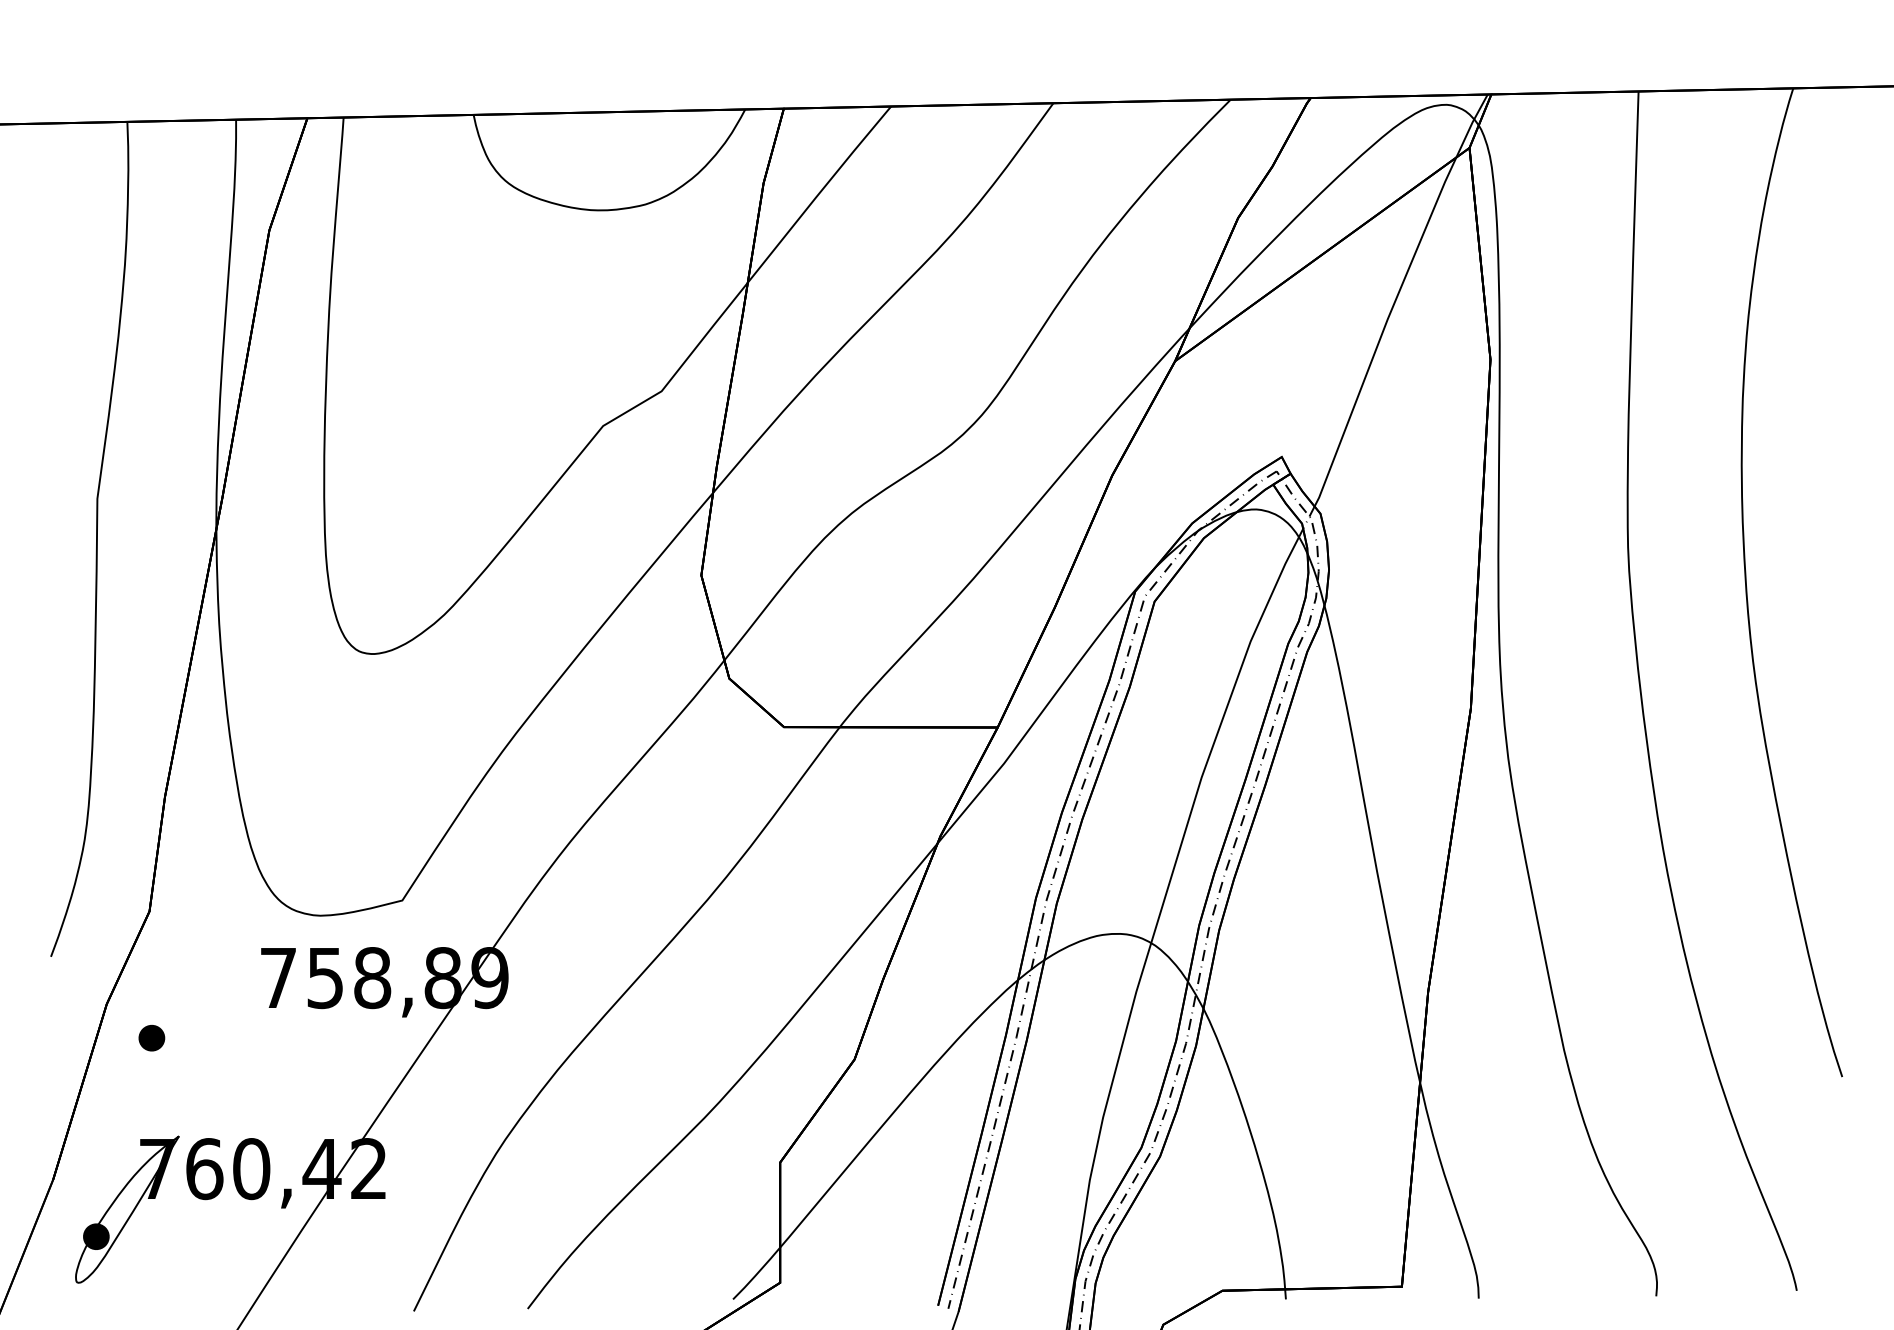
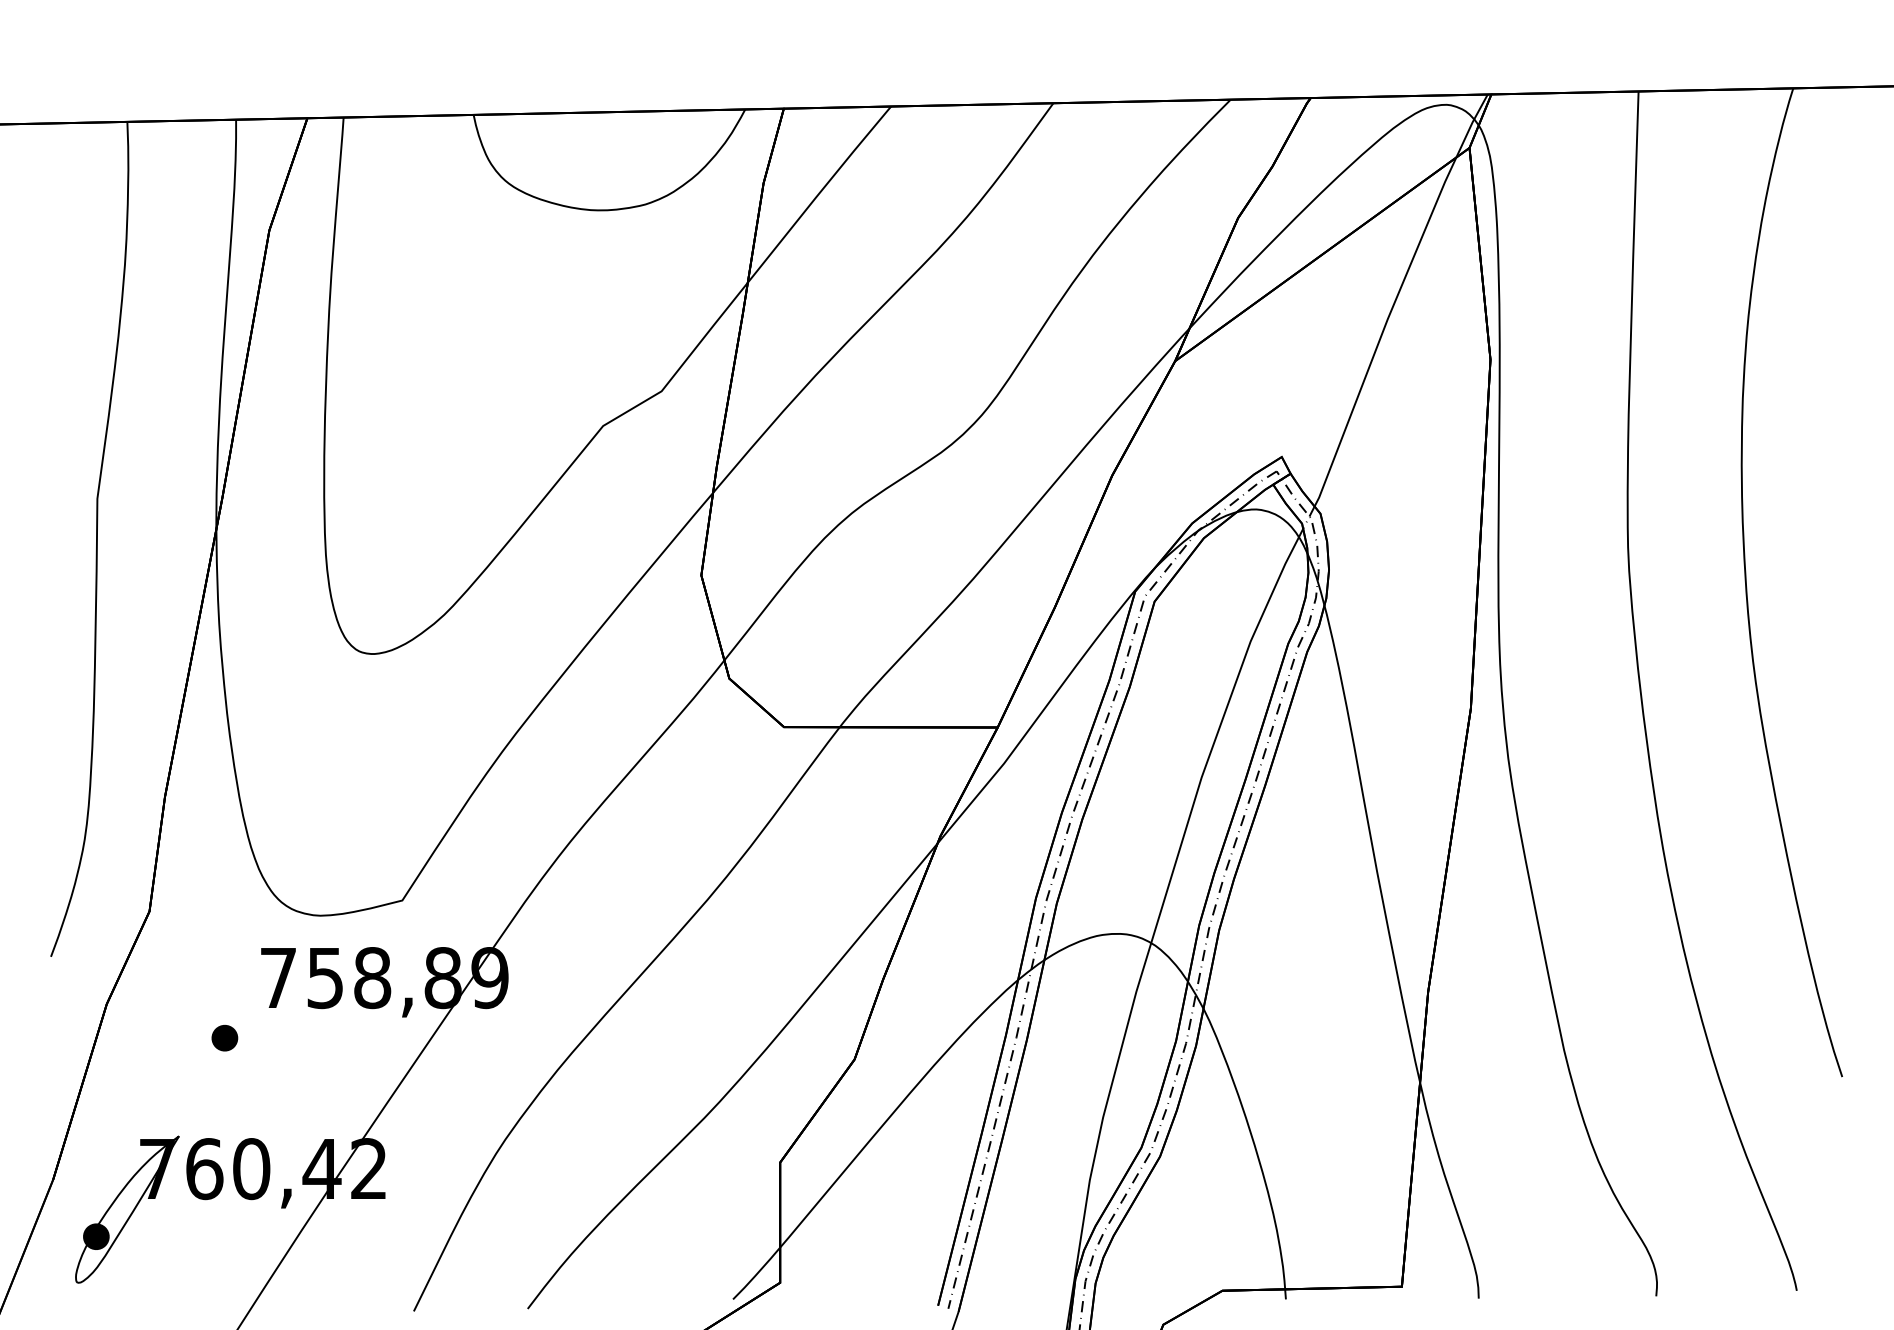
part at (151, 1037) position: (151, 1037) -> (224, 1037)
